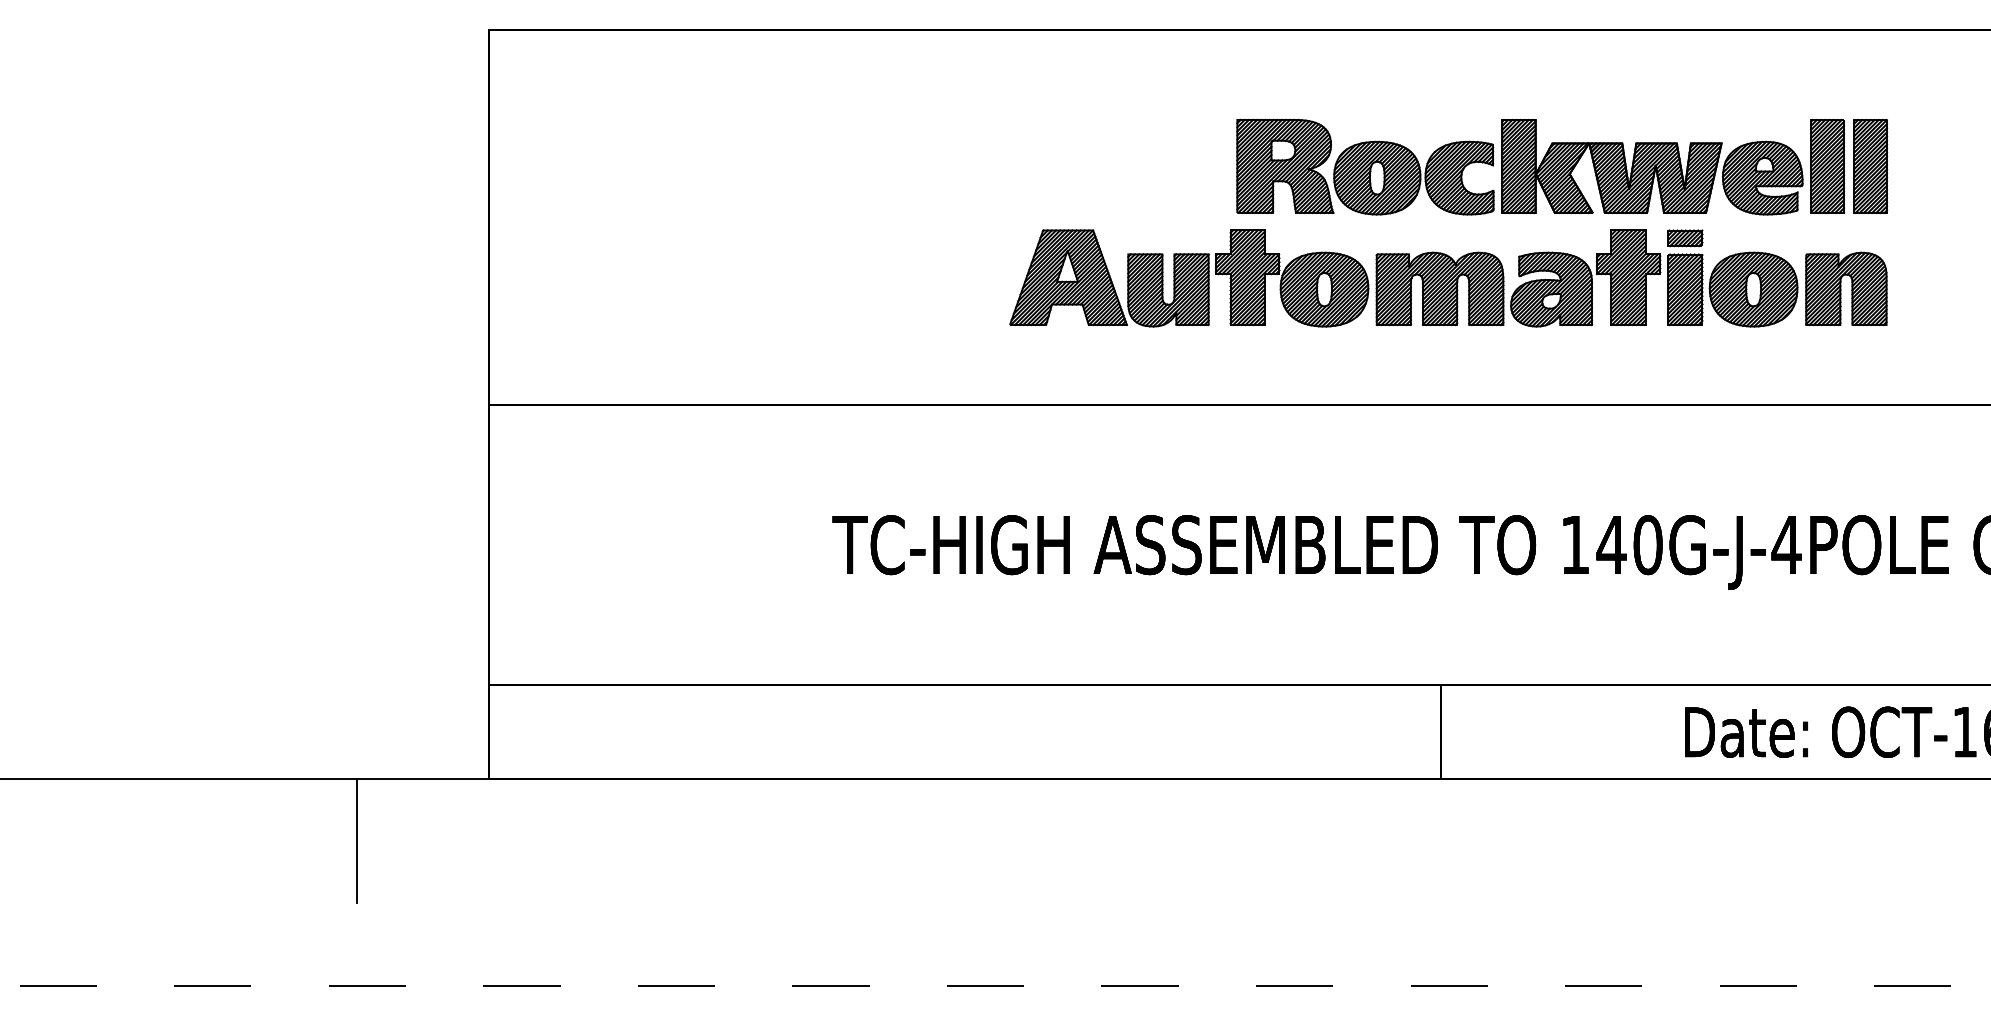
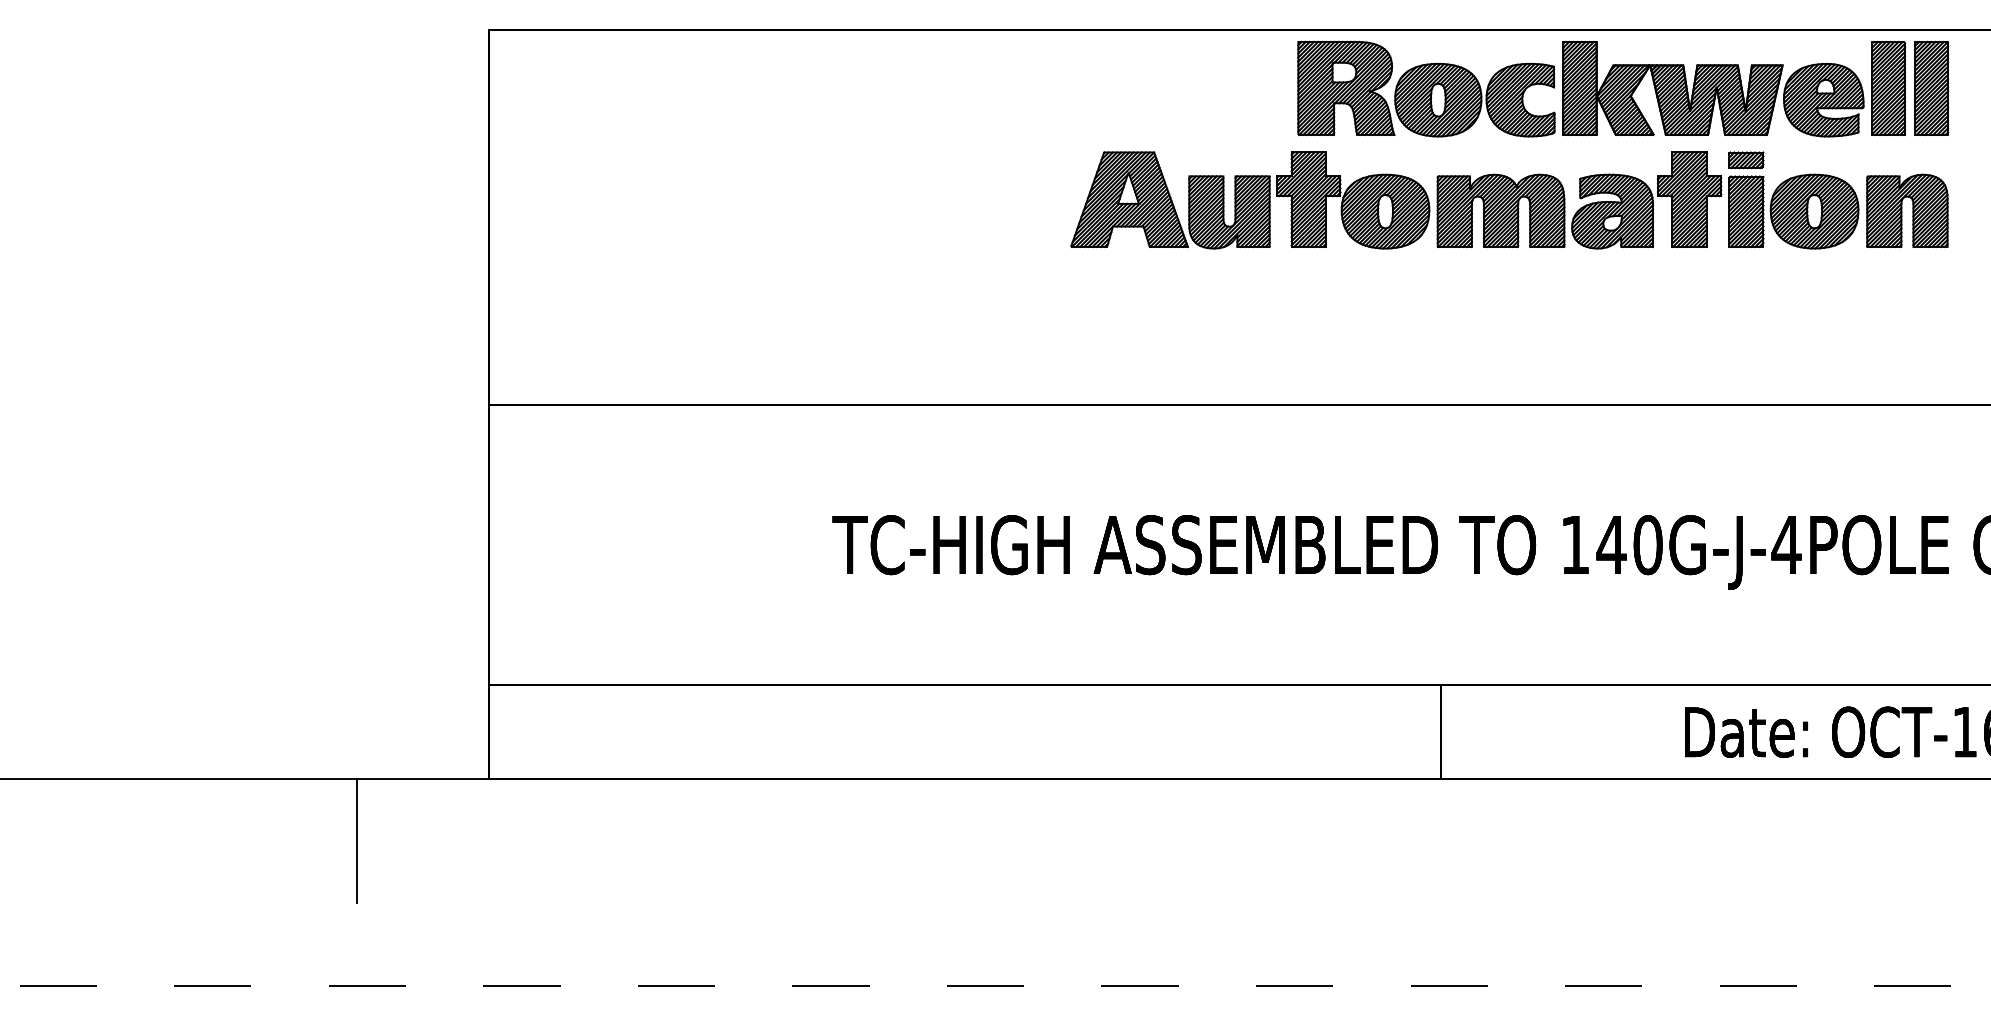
part at (1451, 213) position: (1451, 213) -> (1512, 135)
